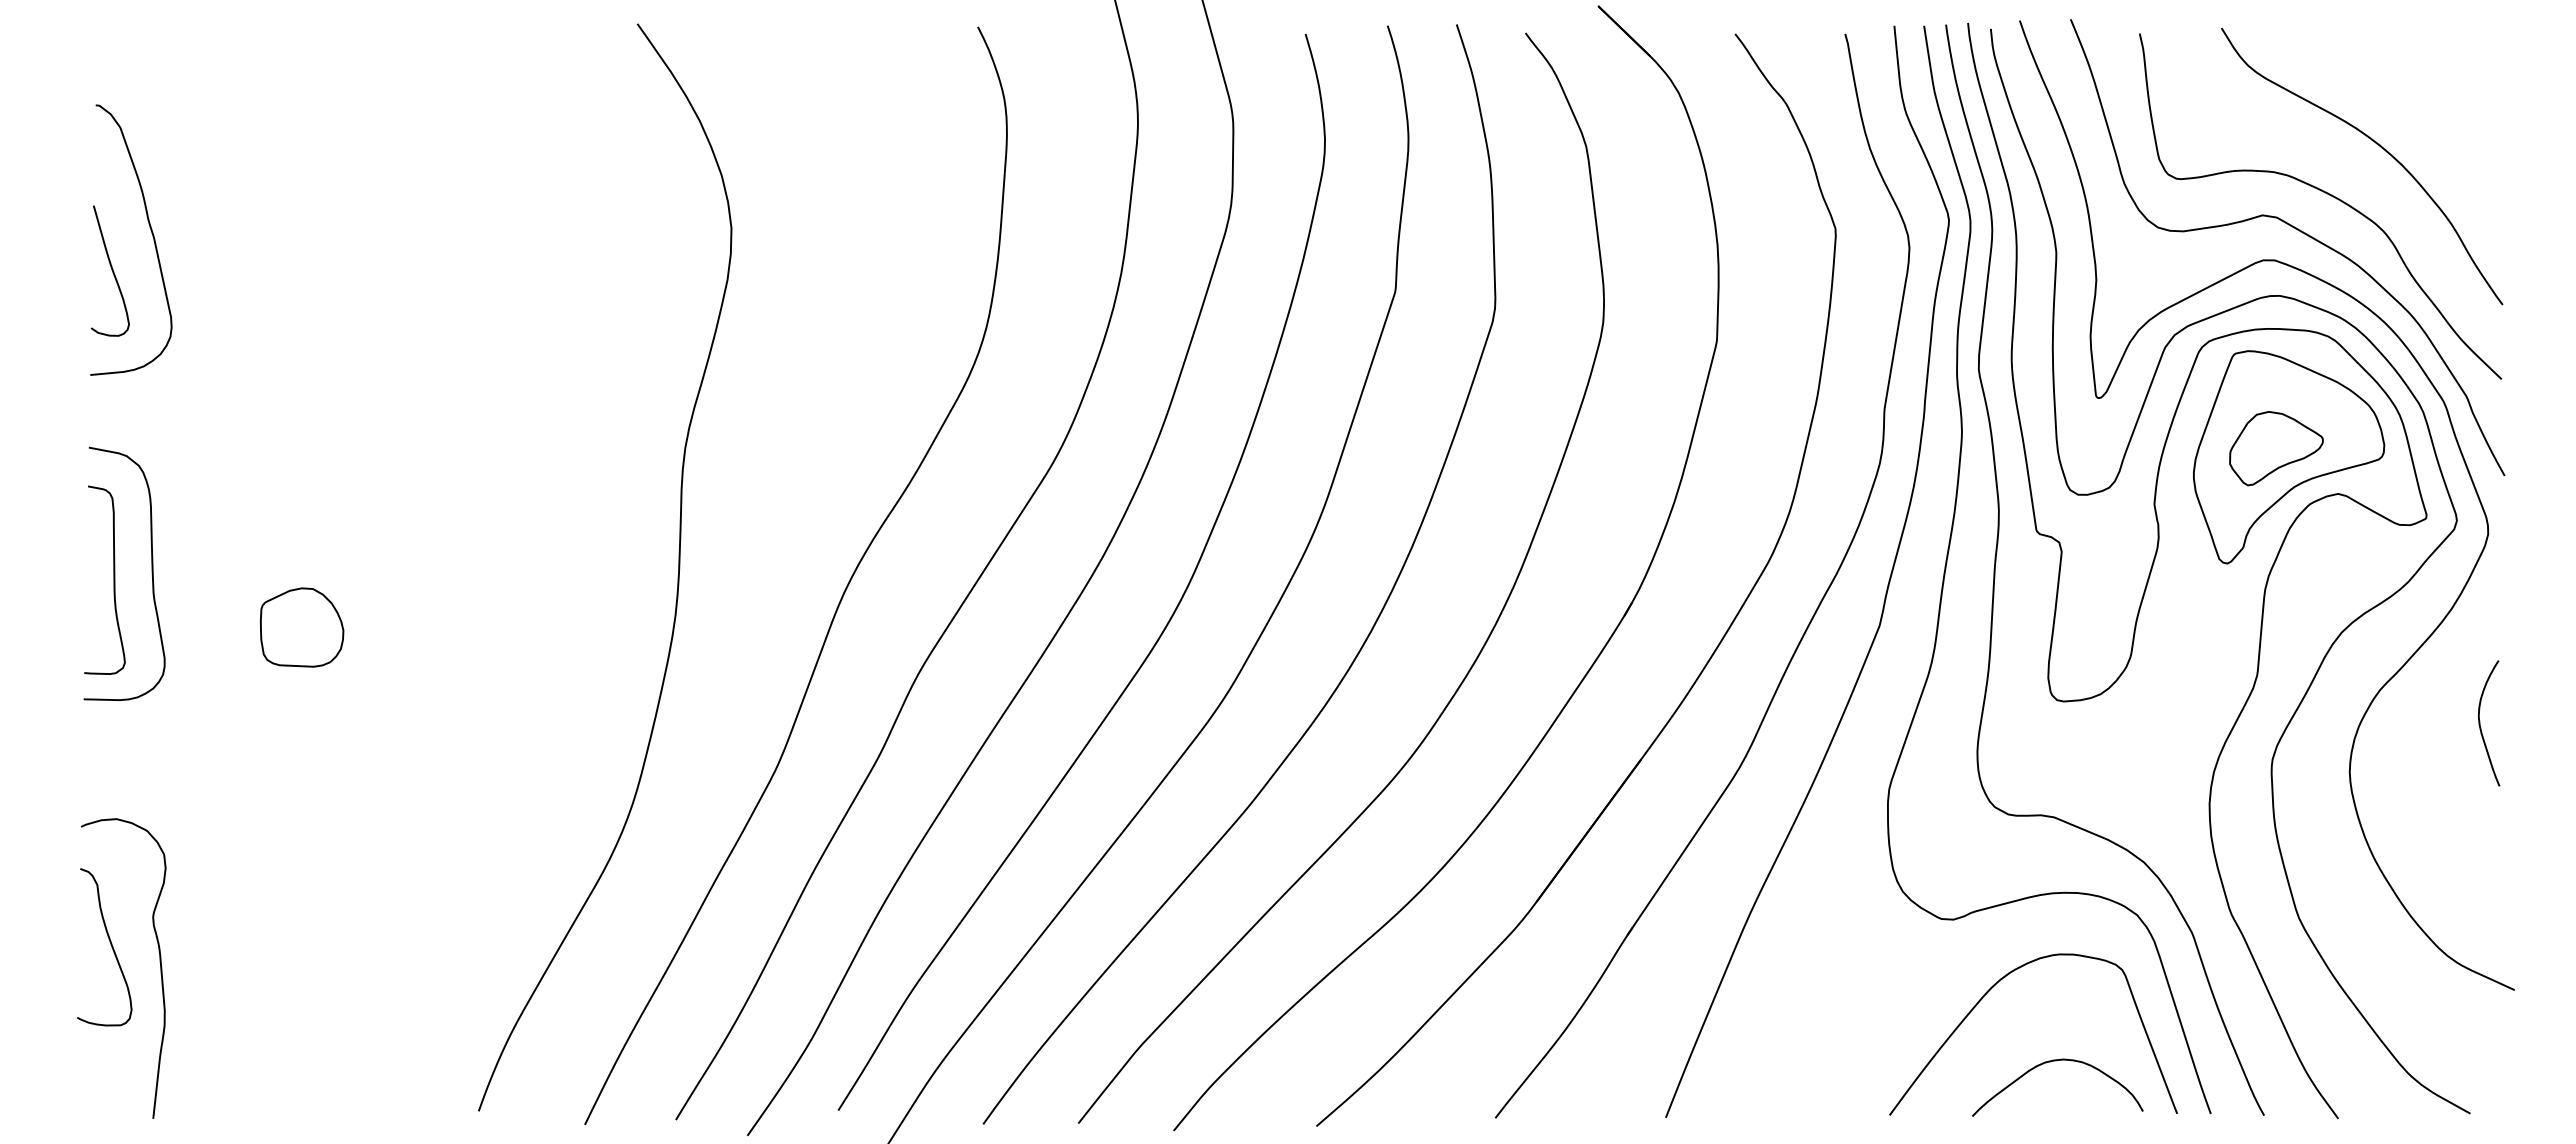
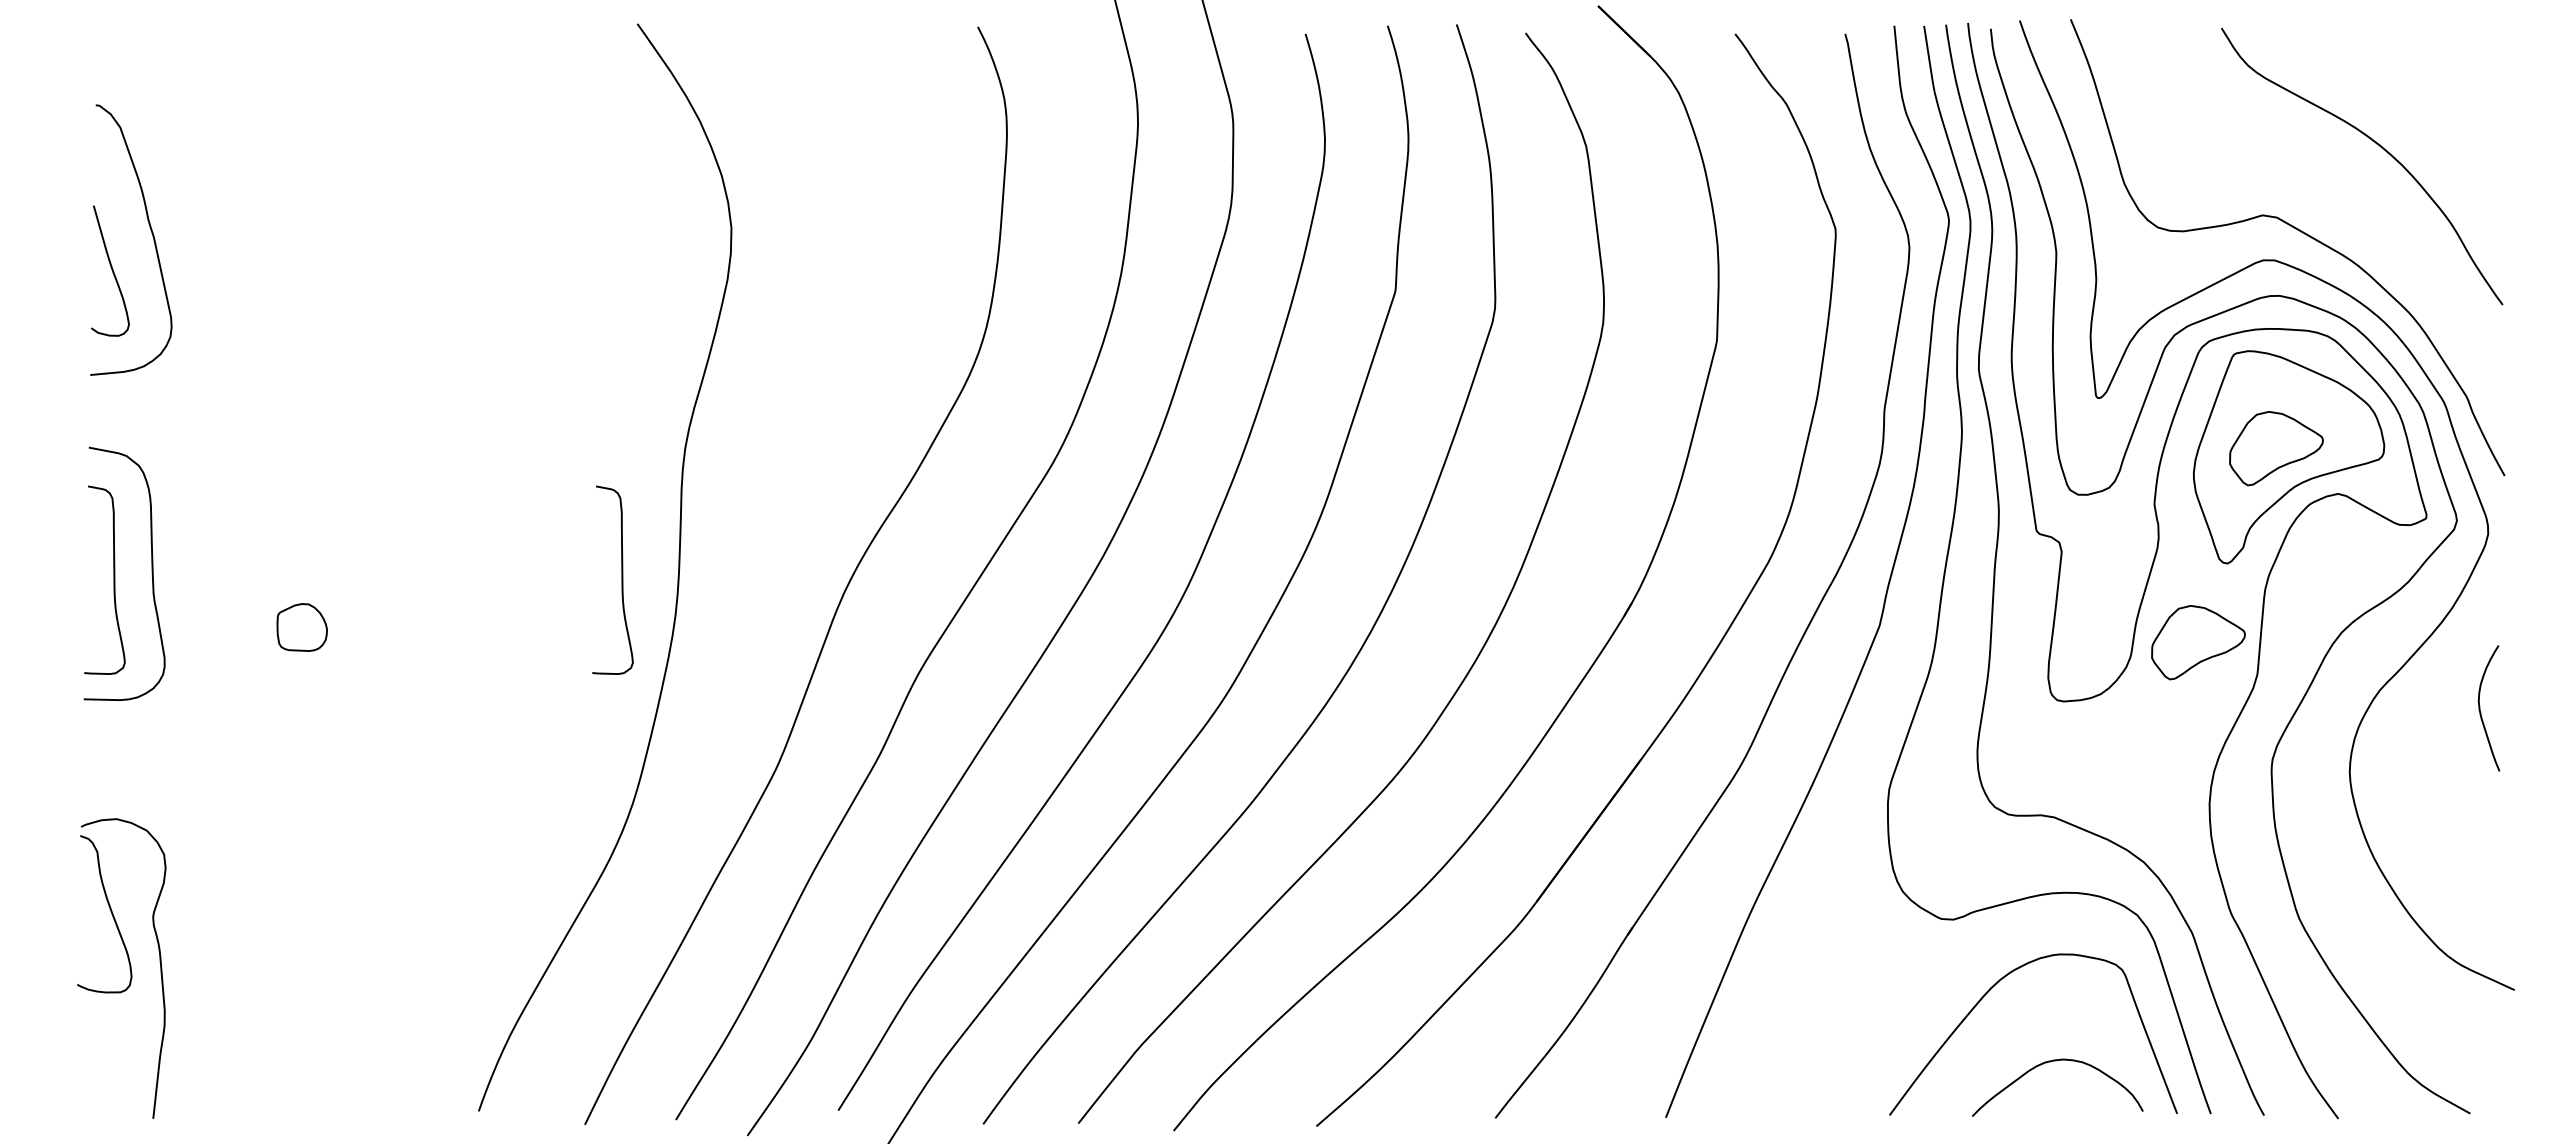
curve at (2327, 194): present -> none
curve at (621, 579): none -> present
part at (302, 627) size: 85x81 px -> 52x49 px
part at (2198, 642): none -> present
curve at (2480, 723) position: (2480, 723) -> (2480, 708)
curve at (110, 944) position: (110, 944) -> (110, 911)
